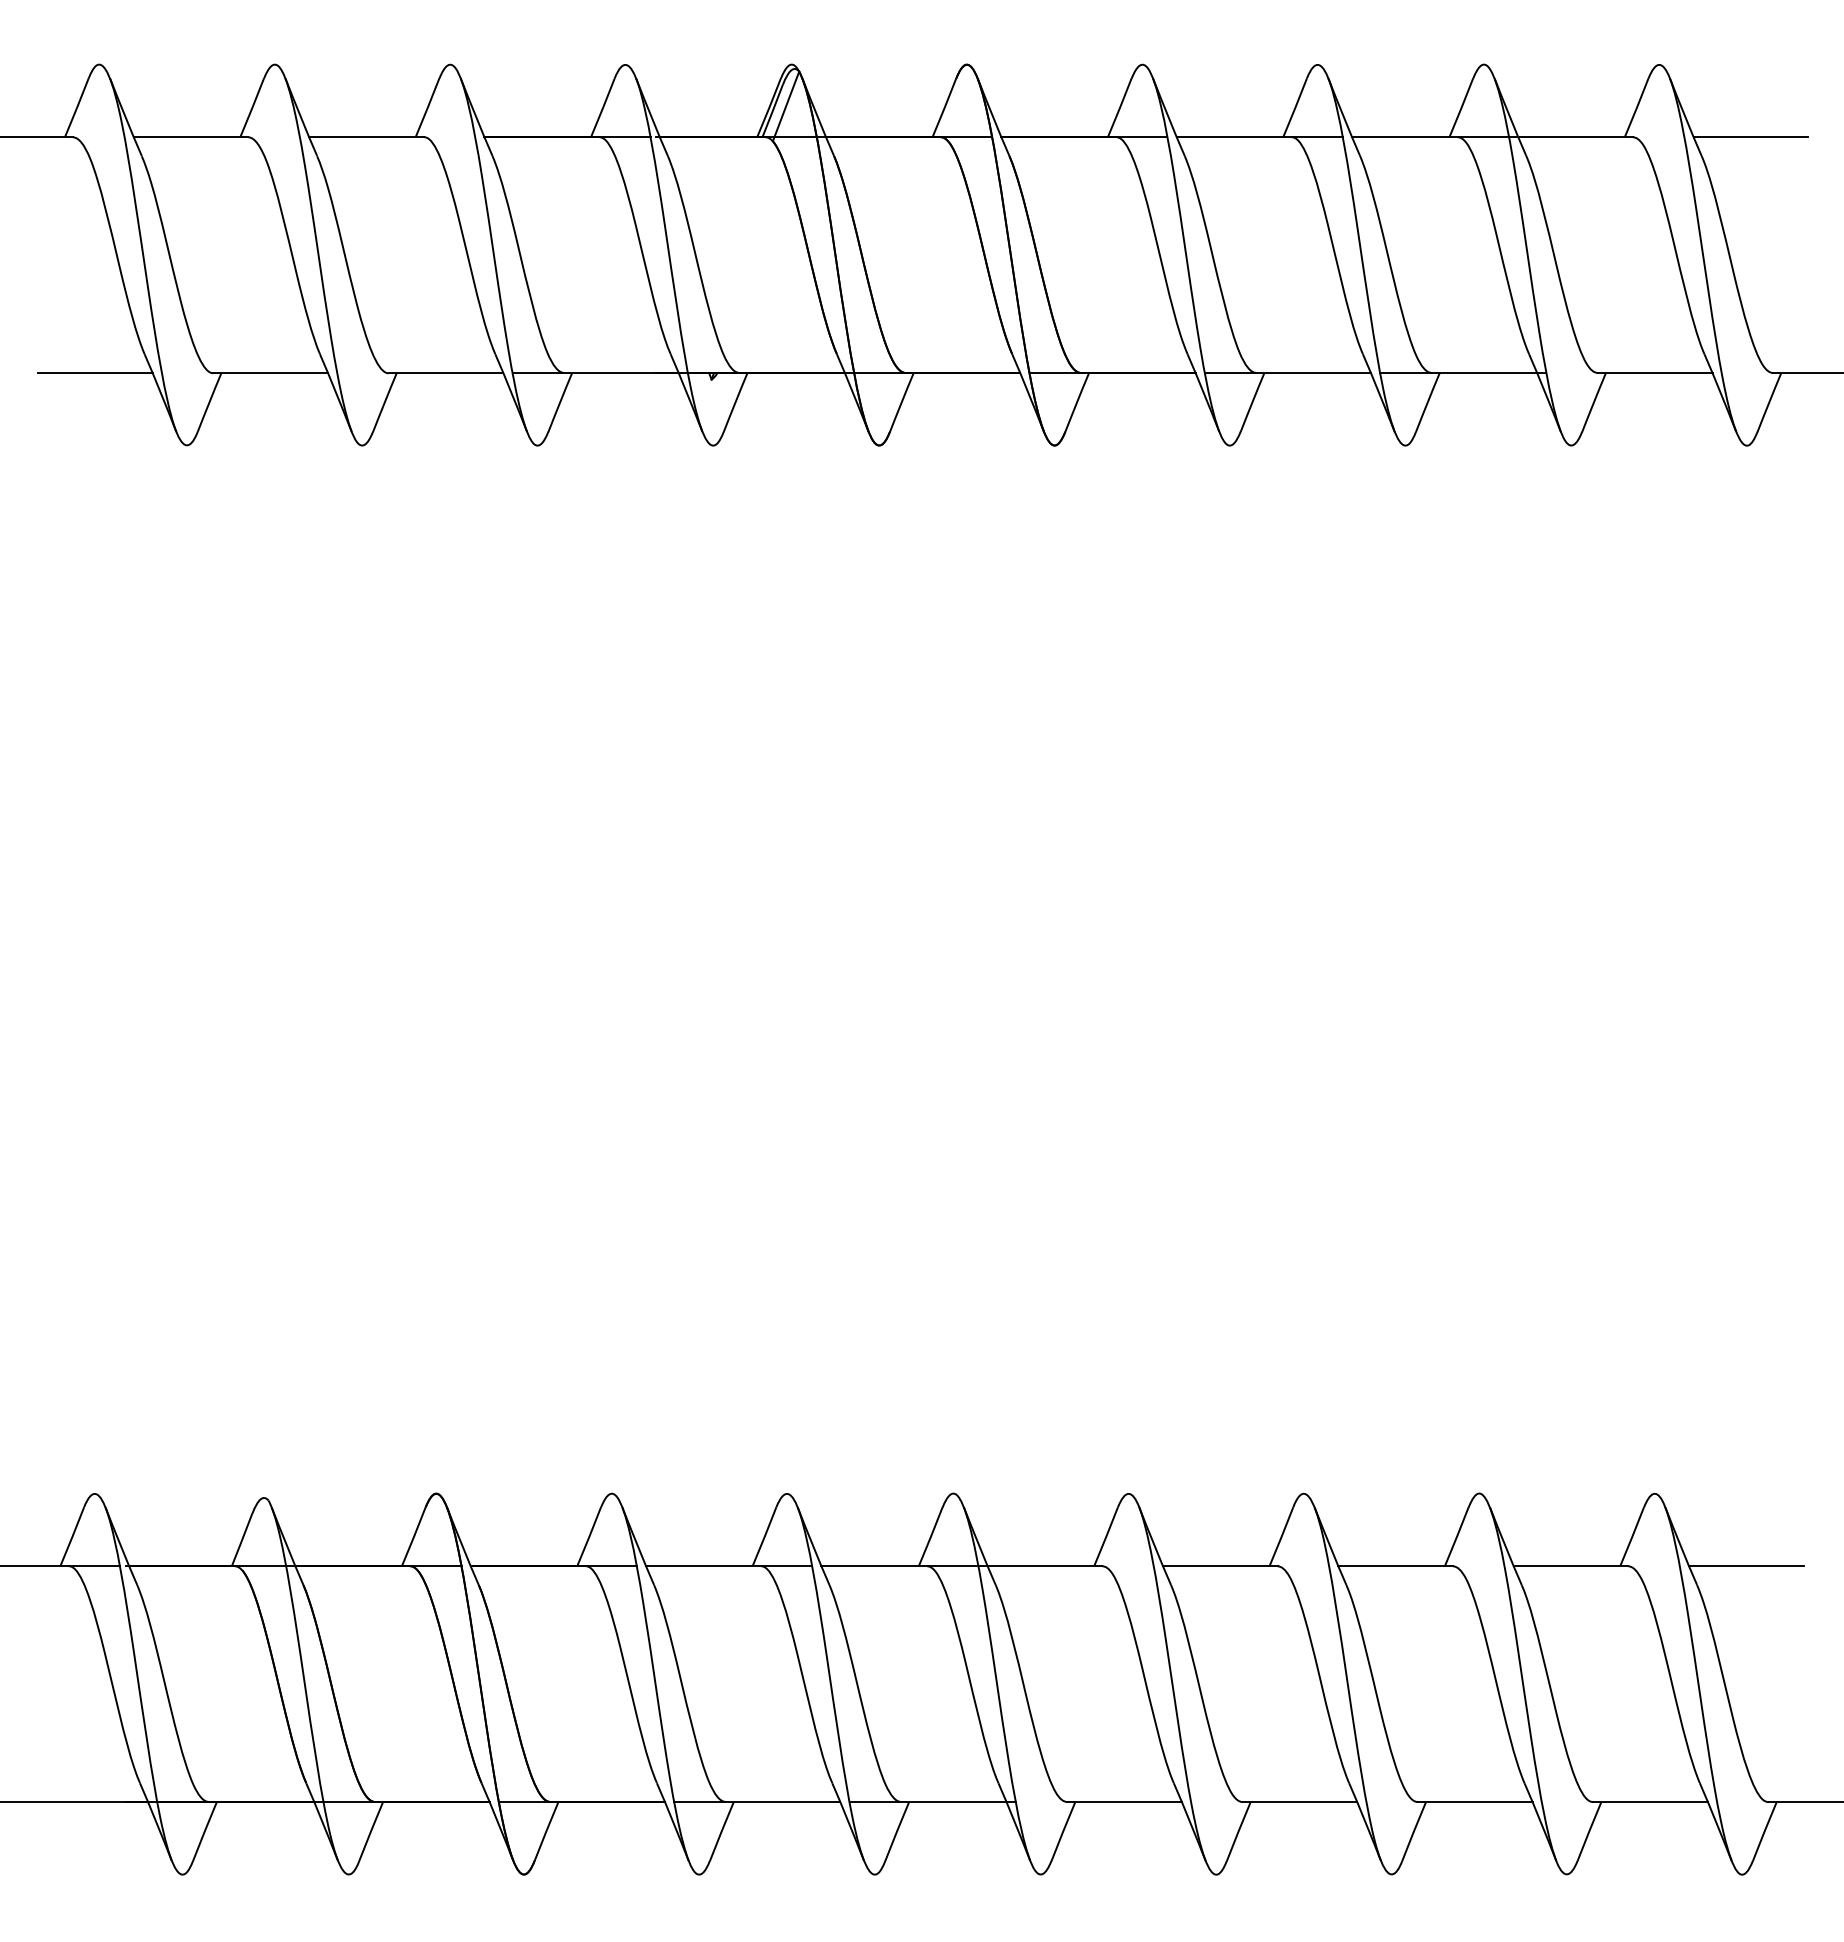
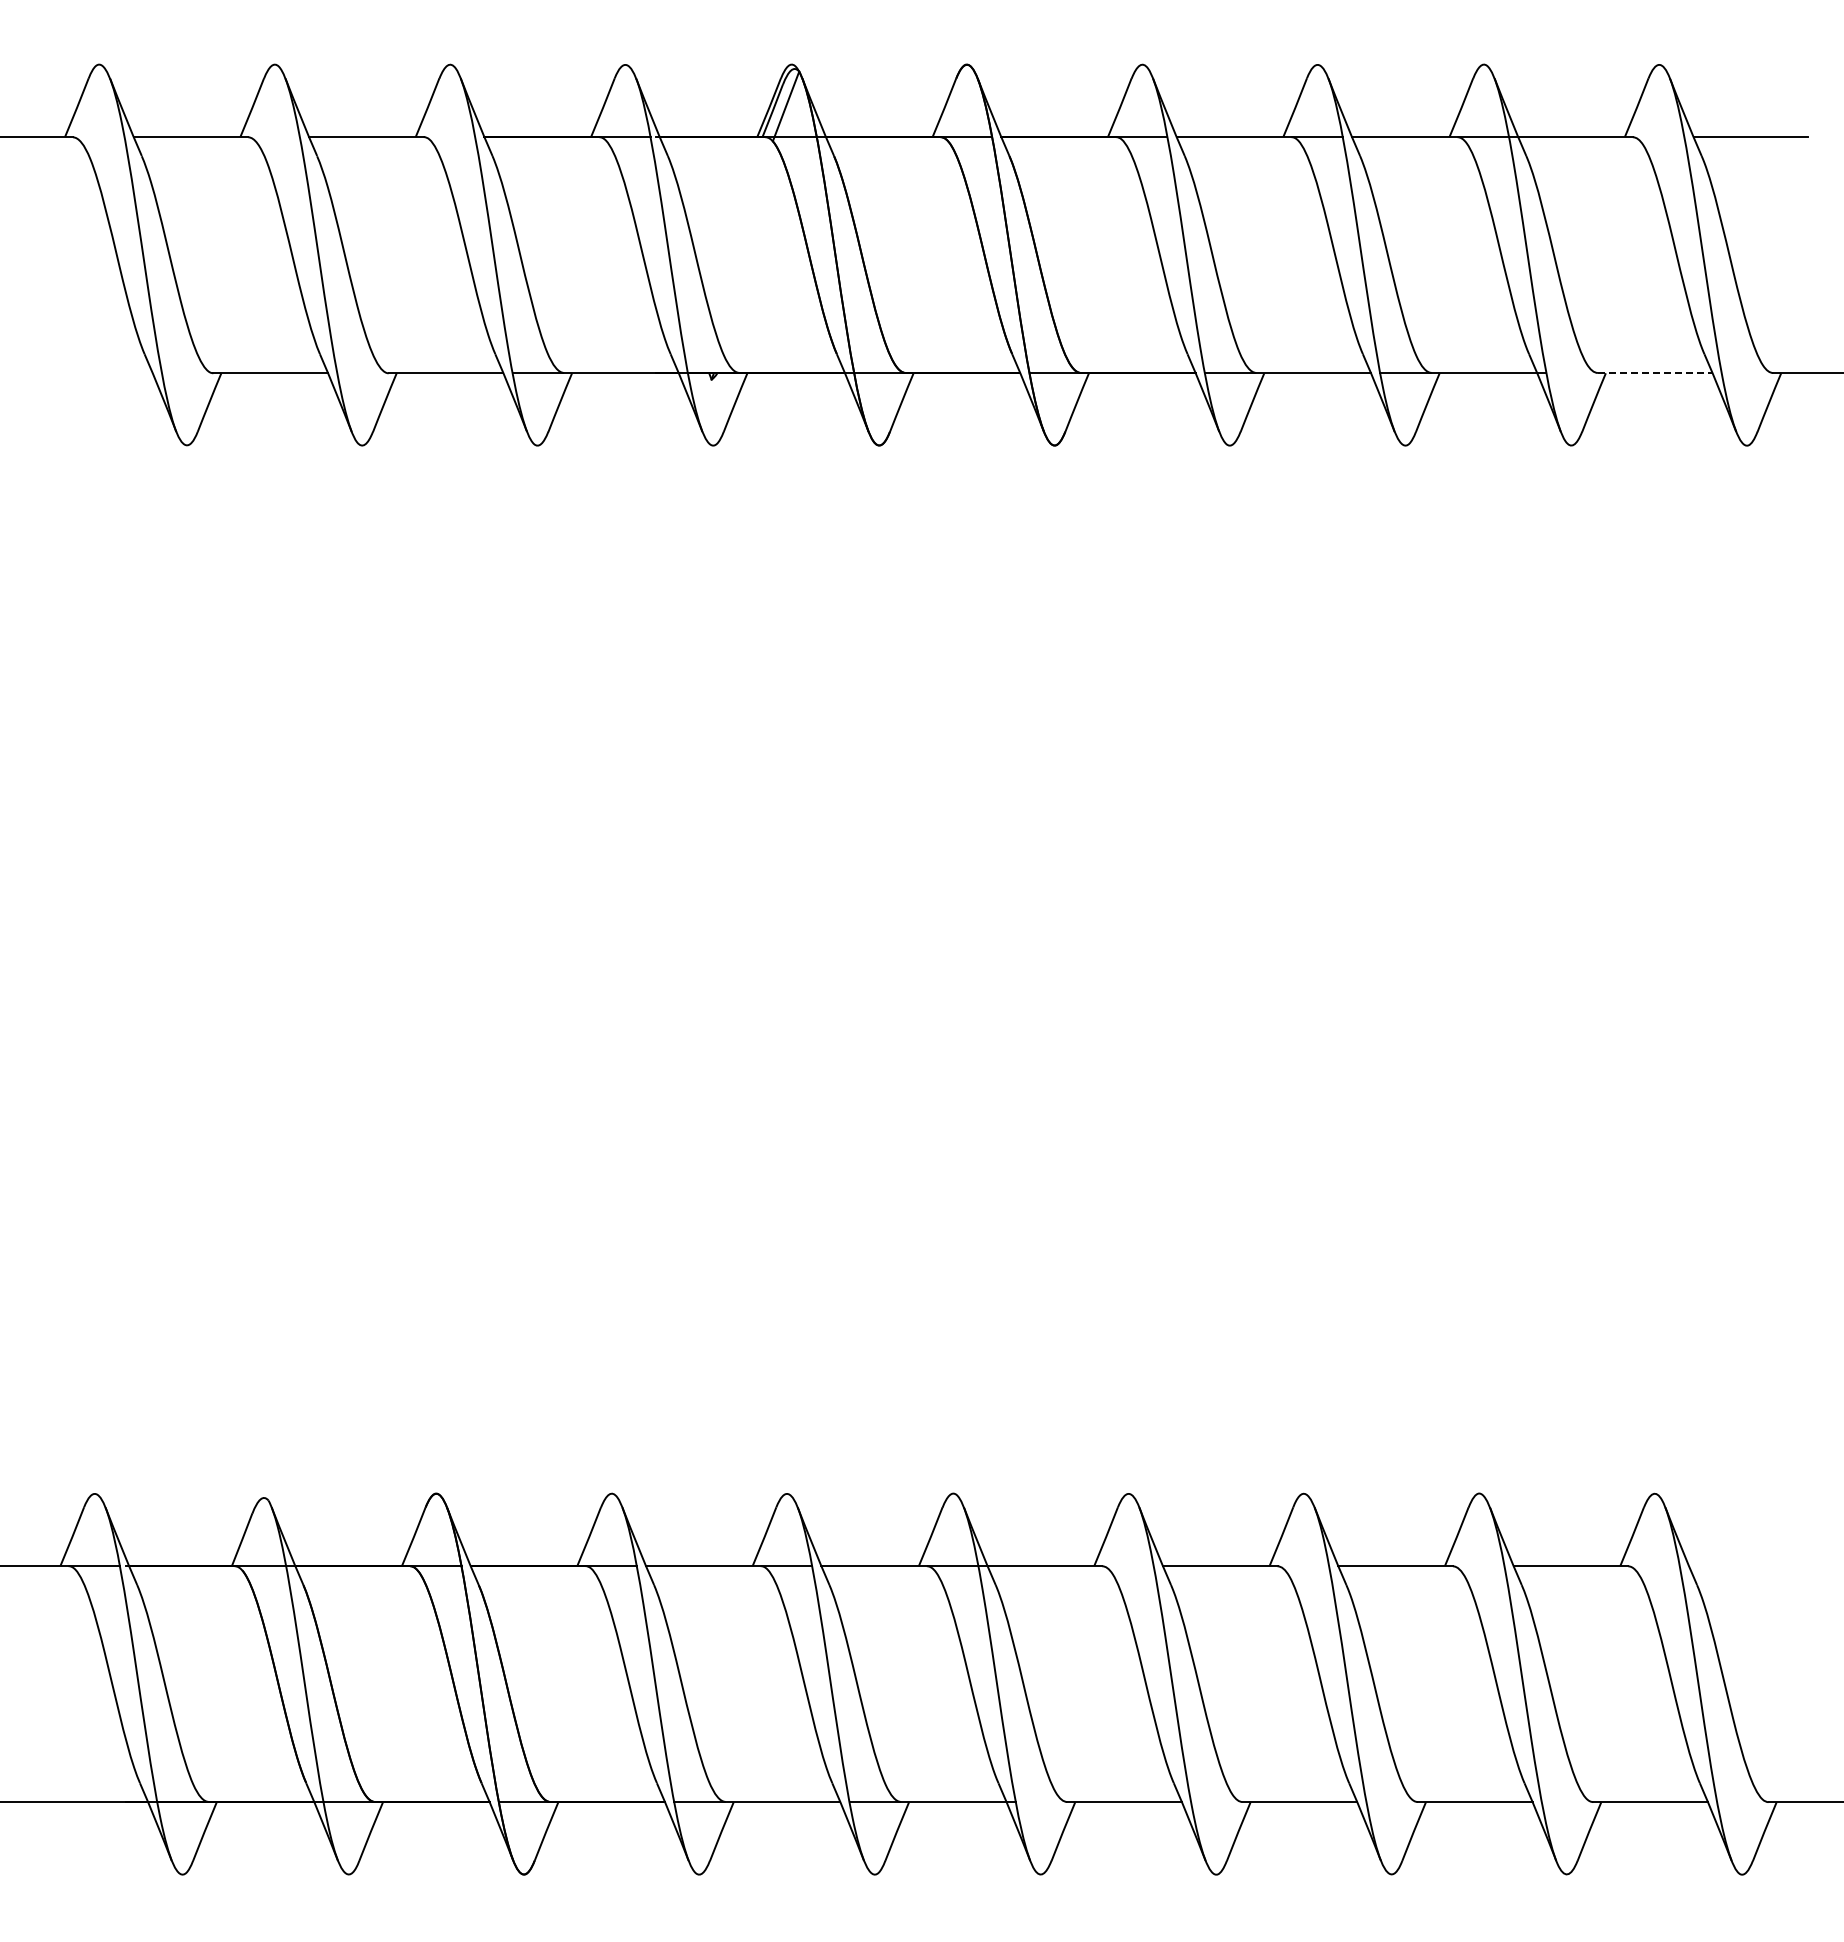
line at (95, 373): present -> none
line at (1655, 373): solid -> dashed
line at (1745, 1565): present -> none
